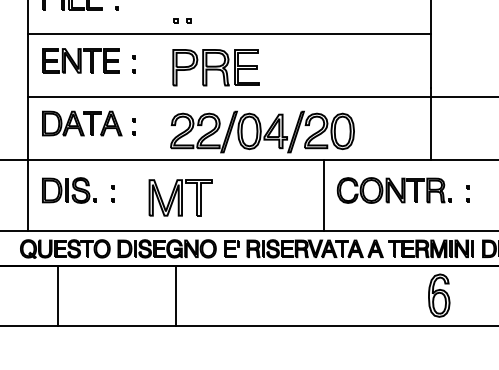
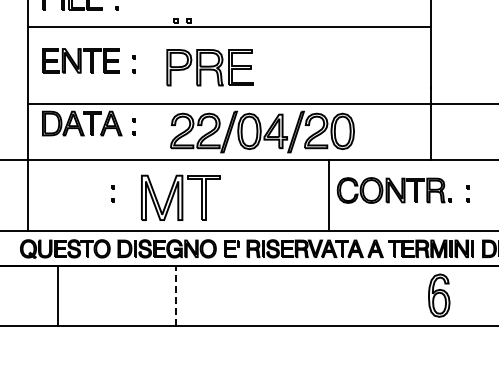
line at (229, 34) position: (229, 34) -> (229, 27)
part at (215, 67) position: (215, 67) -> (209, 67)
line at (261, 97) position: (261, 97) -> (261, 104)
part at (69, 190): present -> none
line at (324, 194) position: (324, 194) -> (329, 194)
part at (180, 197) size: 65x38 px -> 80x47 px
line at (176, 296): solid -> dashed
